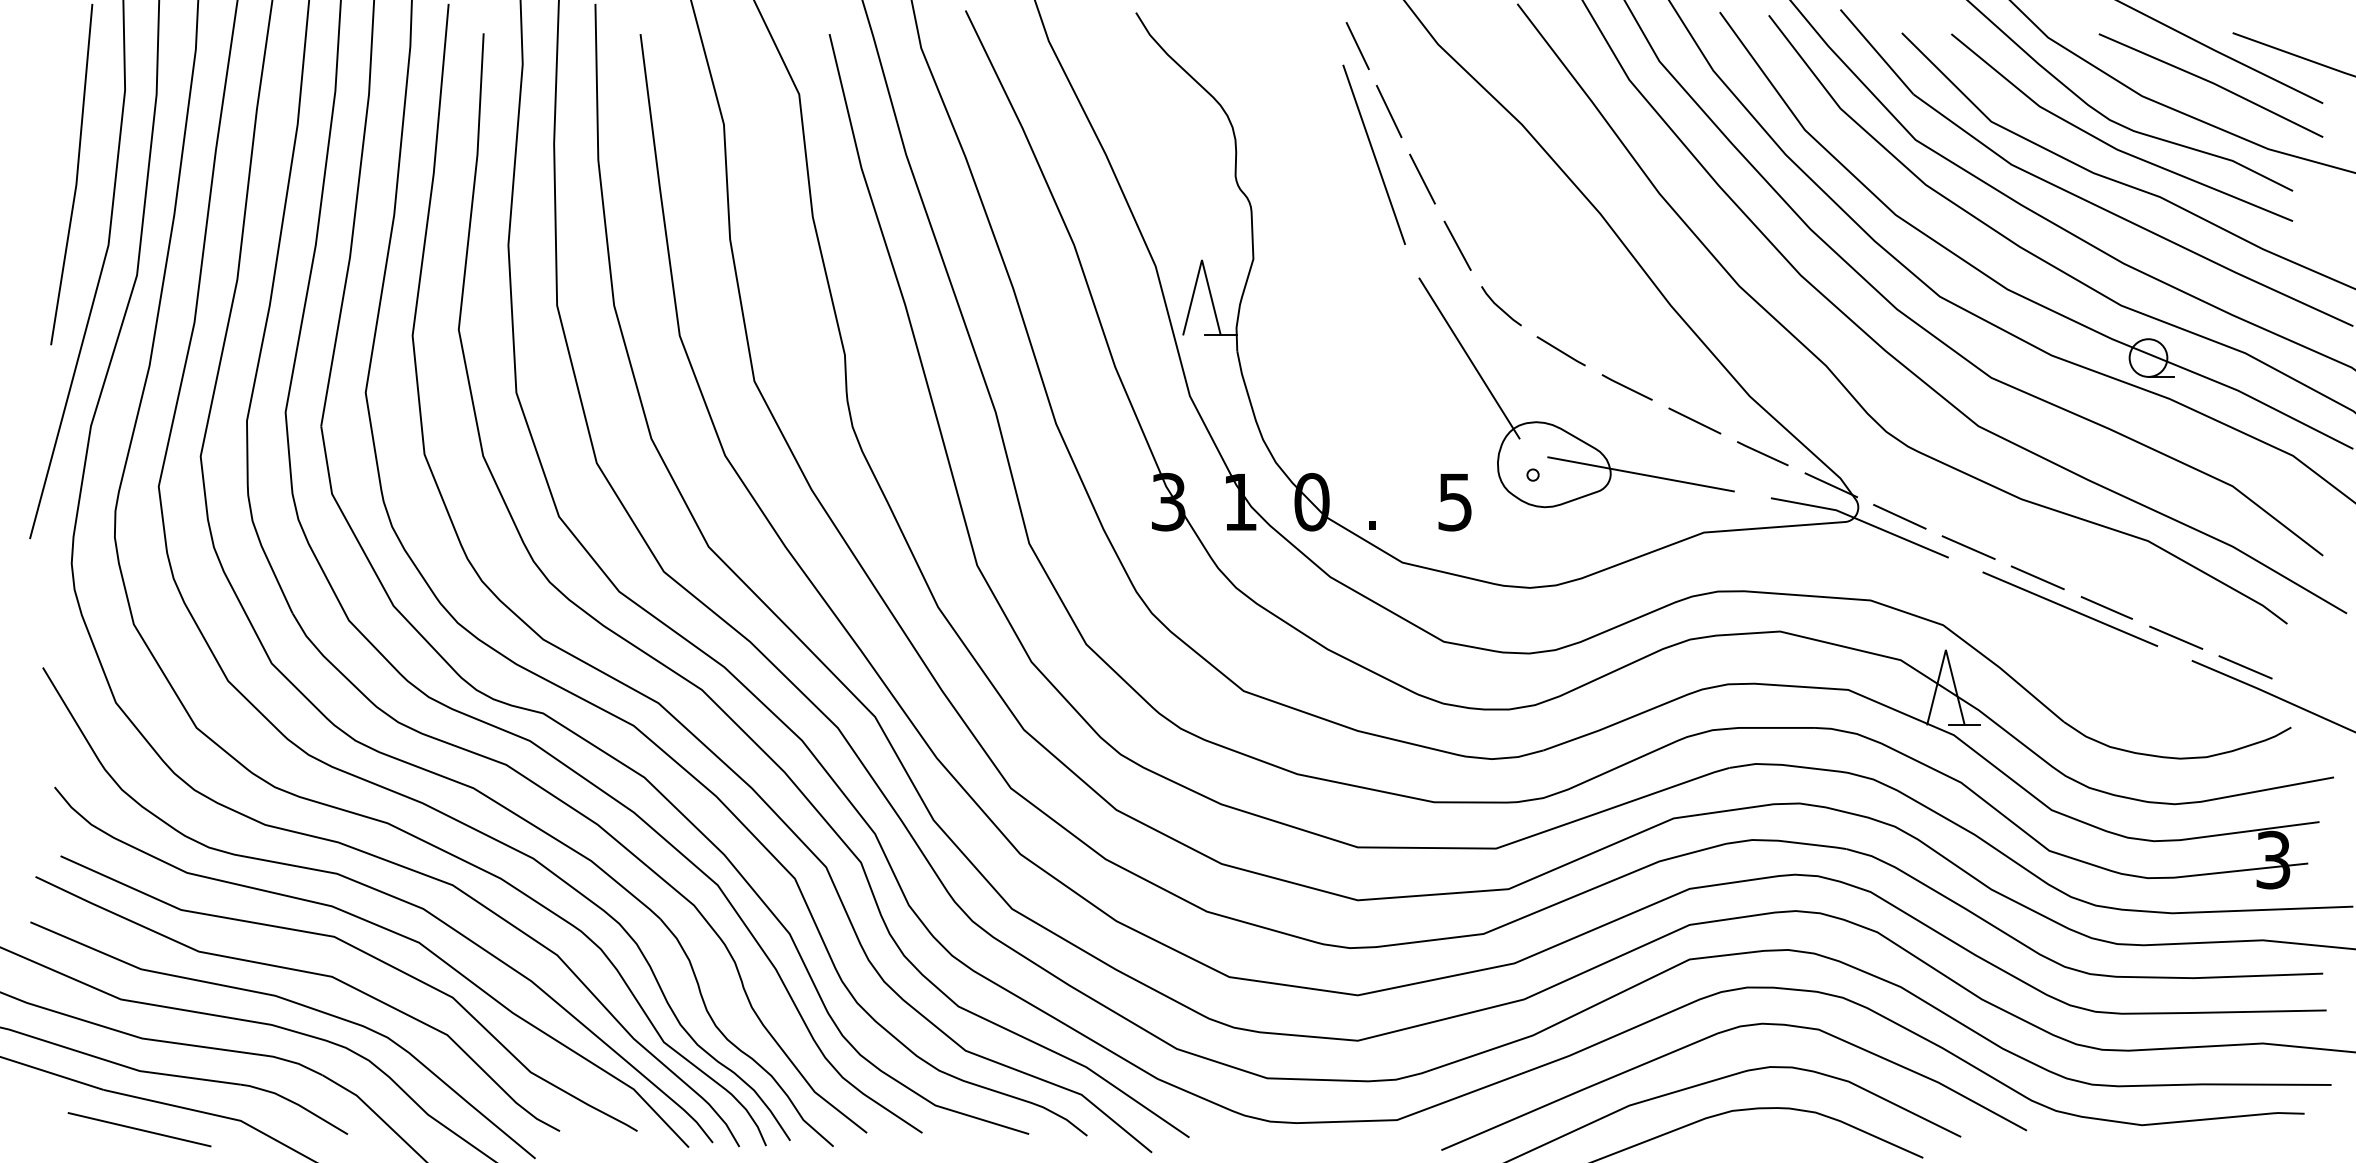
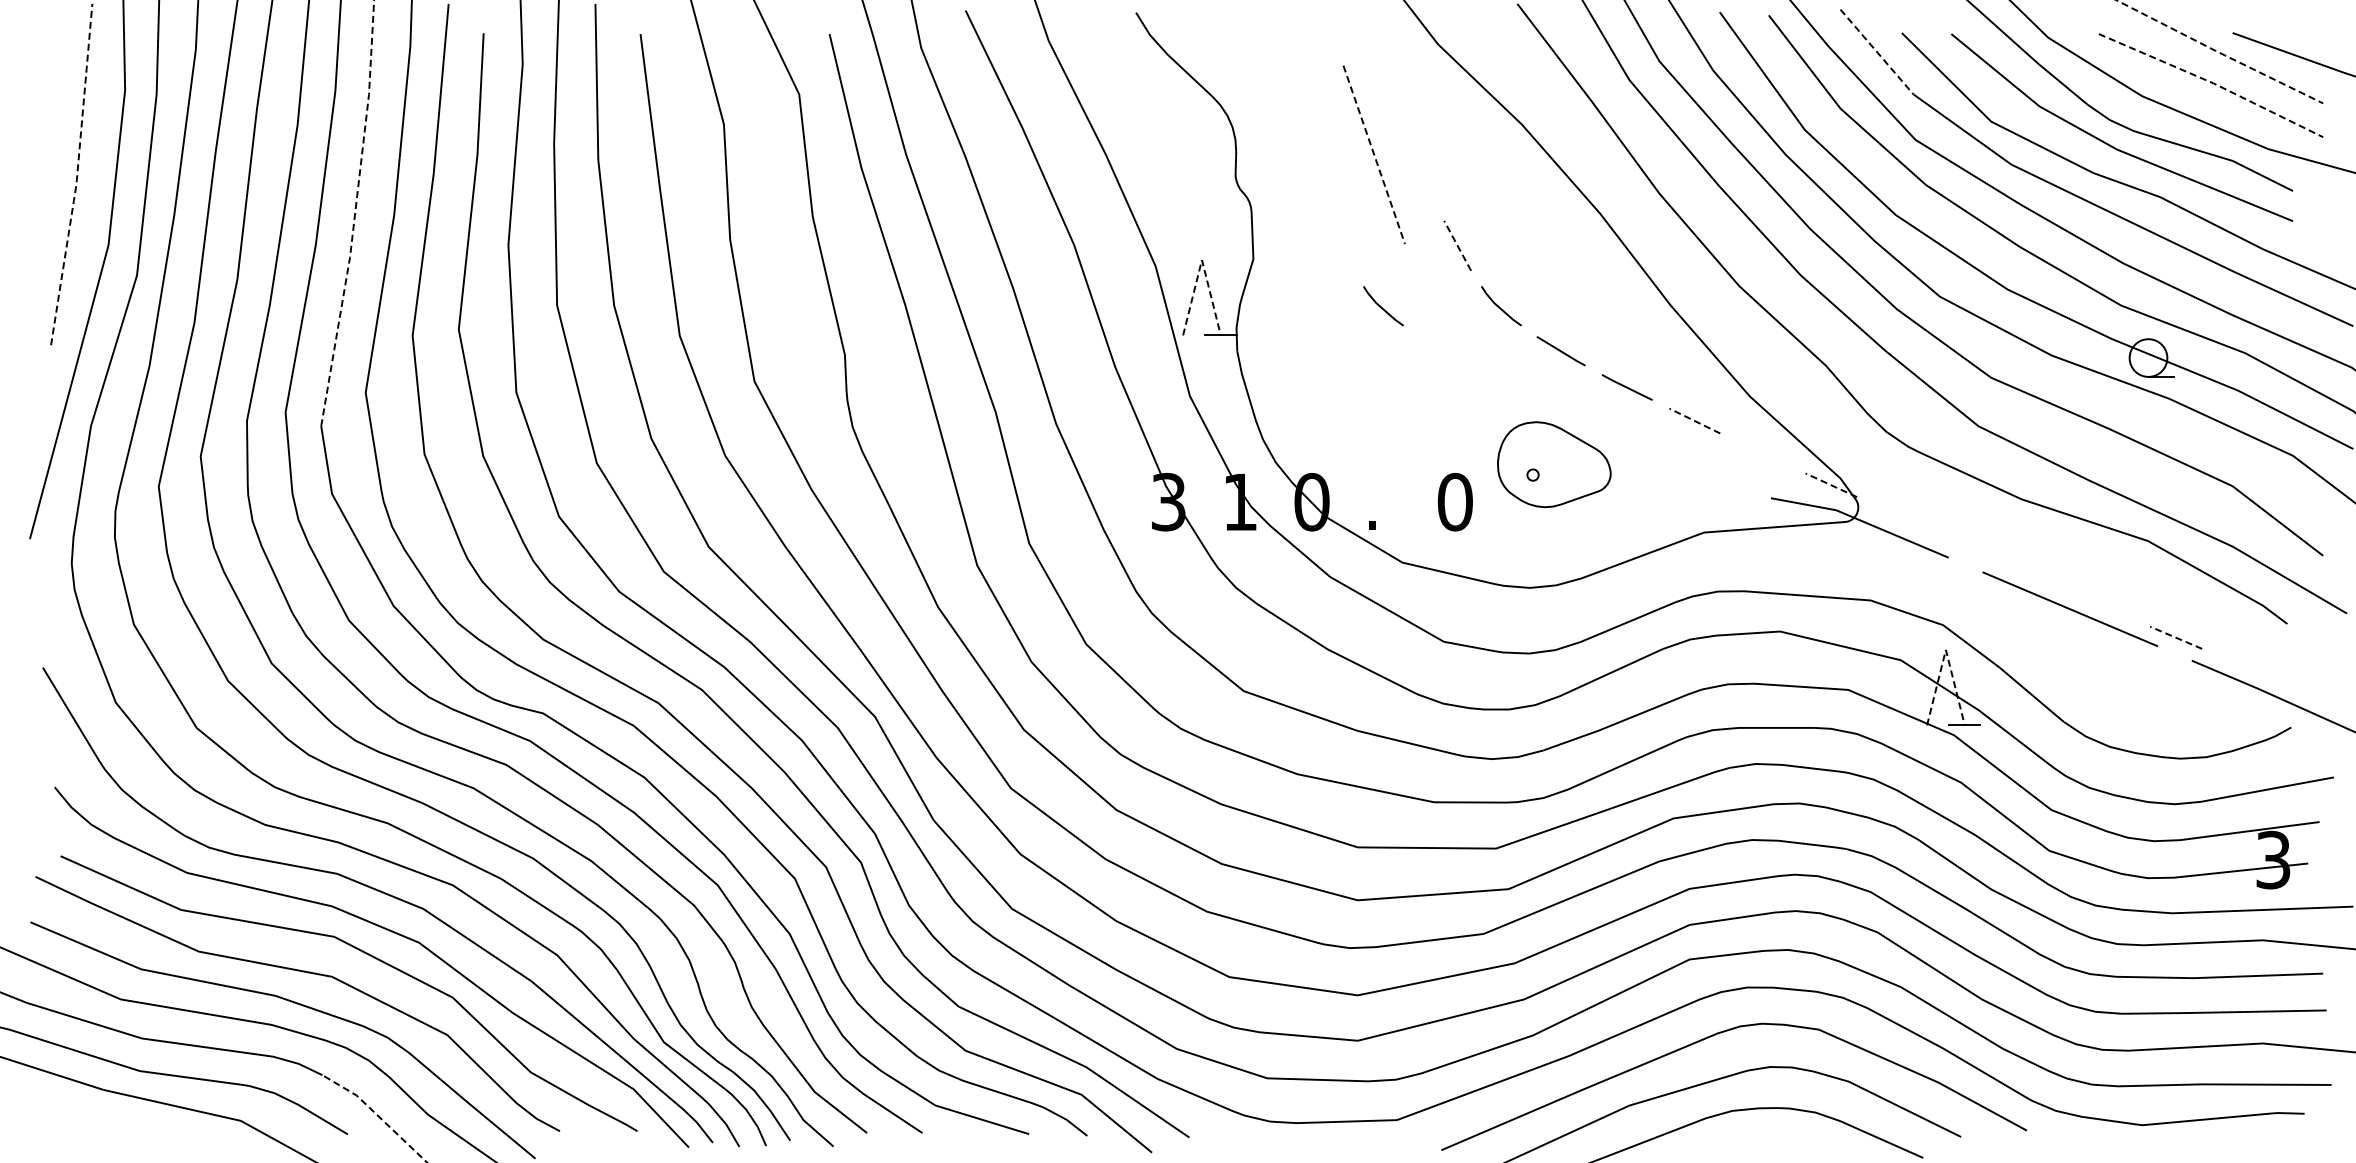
line at (1357, 46): present -> none
line at (1876, 52): solid -> dashed
line at (2219, 52): solid -> dashed
line at (2213, 83): solid -> dashed
line at (1388, 111): present -> none
line at (1374, 155): solid -> dashed
line at (77, 175): solid -> dashed
line at (1422, 178): present -> none
line at (355, 213): solid -> dashed
line at (1457, 246): solid -> dashed
line at (1201, 260): solid -> dashed
line at (1382, 307): none -> present
line at (1469, 358): present -> none
line at (1694, 420): solid -> dashed
line at (1762, 453): present -> none
line at (1640, 474): present -> none
line at (1830, 485): solid -> dashed
text at (1454, 501): 5 -> 0
line at (1899, 516): present -> none
line at (1968, 547): present -> none
line at (2037, 577): present -> none
line at (2106, 607): present -> none
line at (2175, 637): solid -> dashed
line at (1945, 649): solid -> dashed
line at (2245, 667): present -> none
line at (376, 1114): solid -> dashed
line at (139, 1129): present -> none
